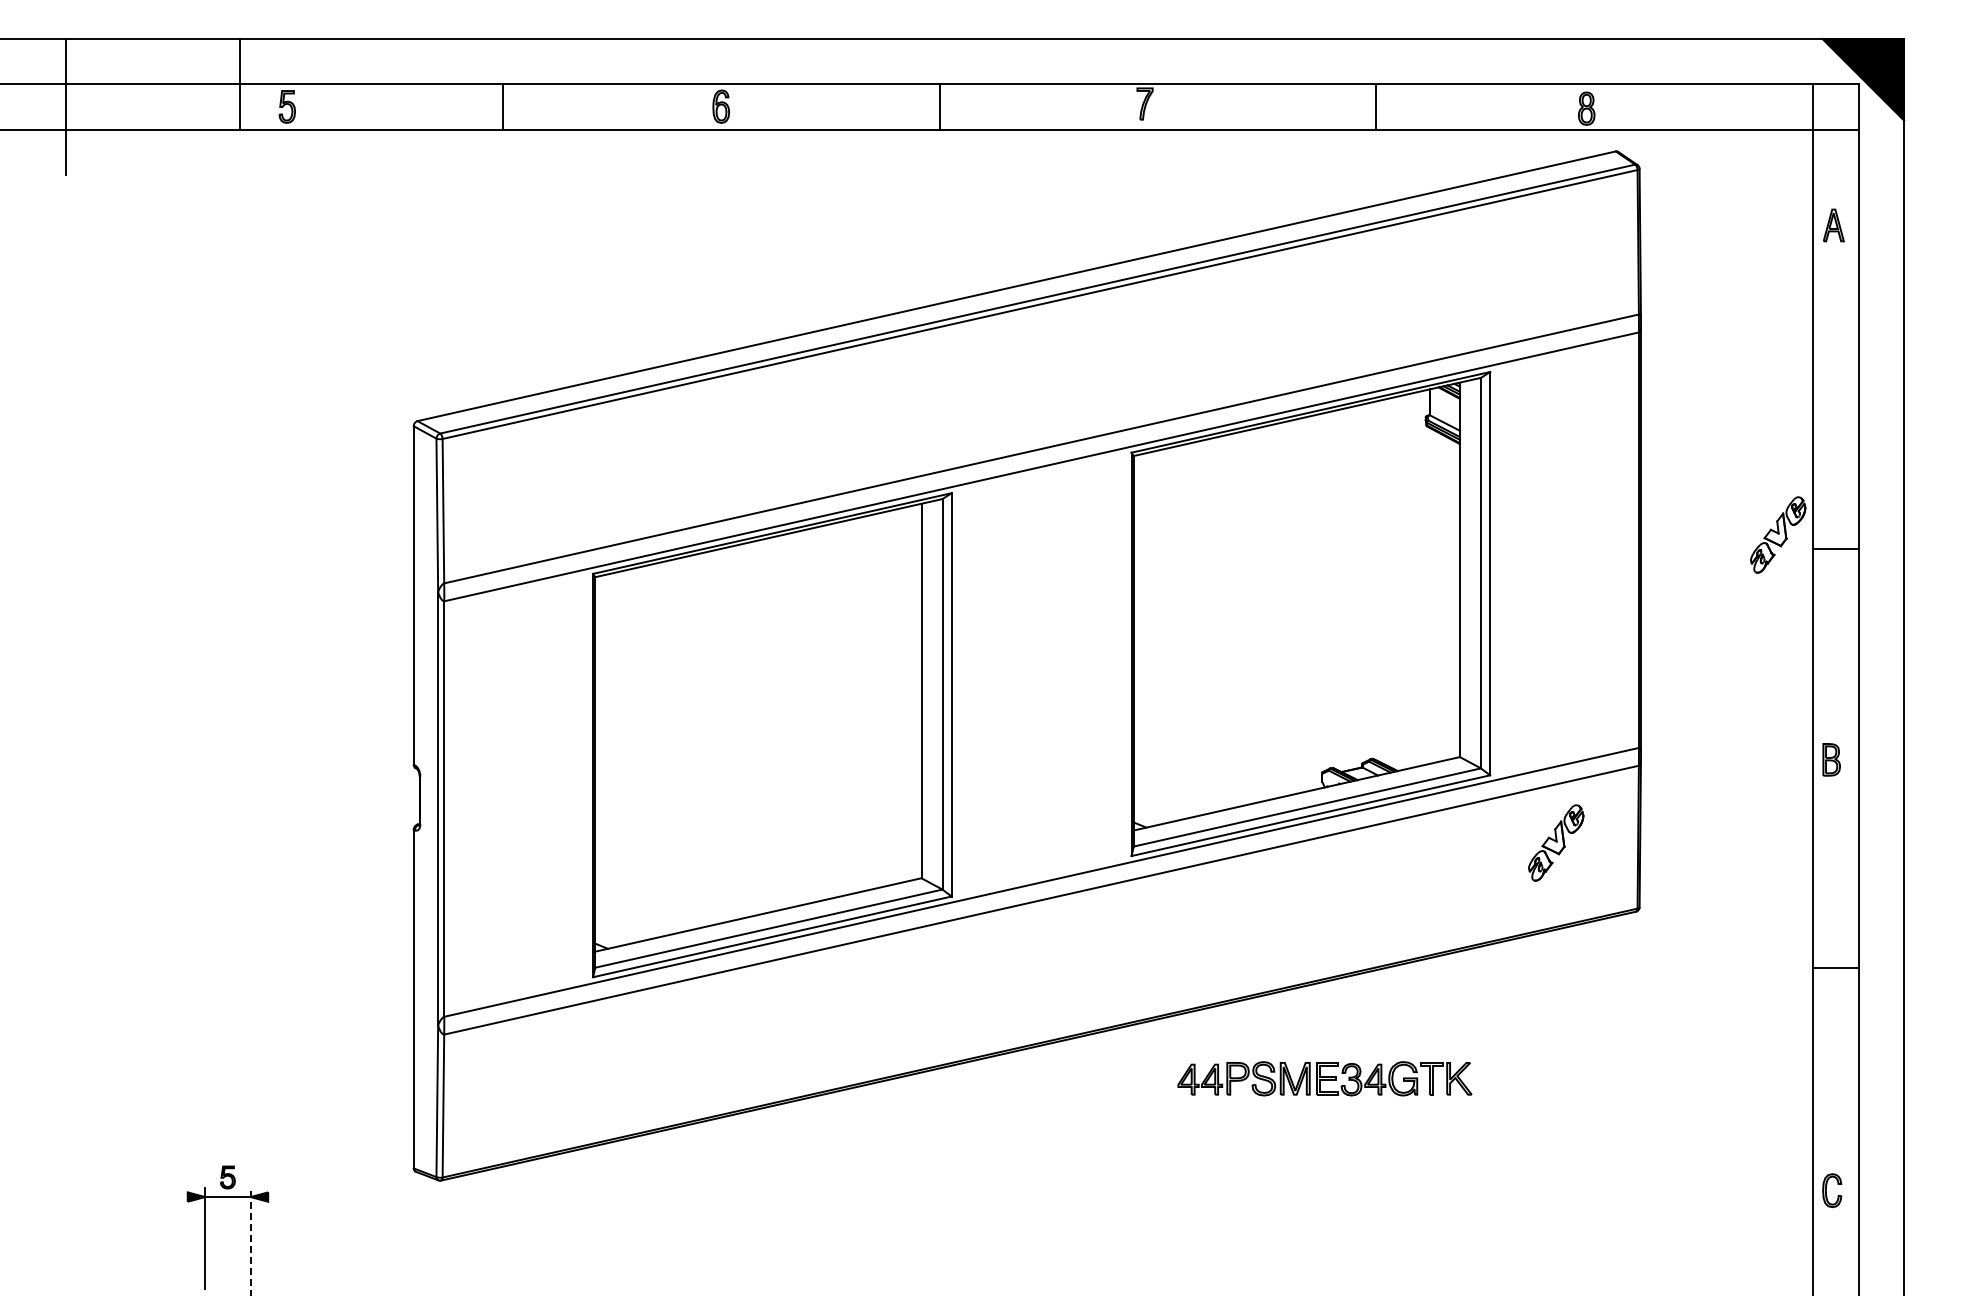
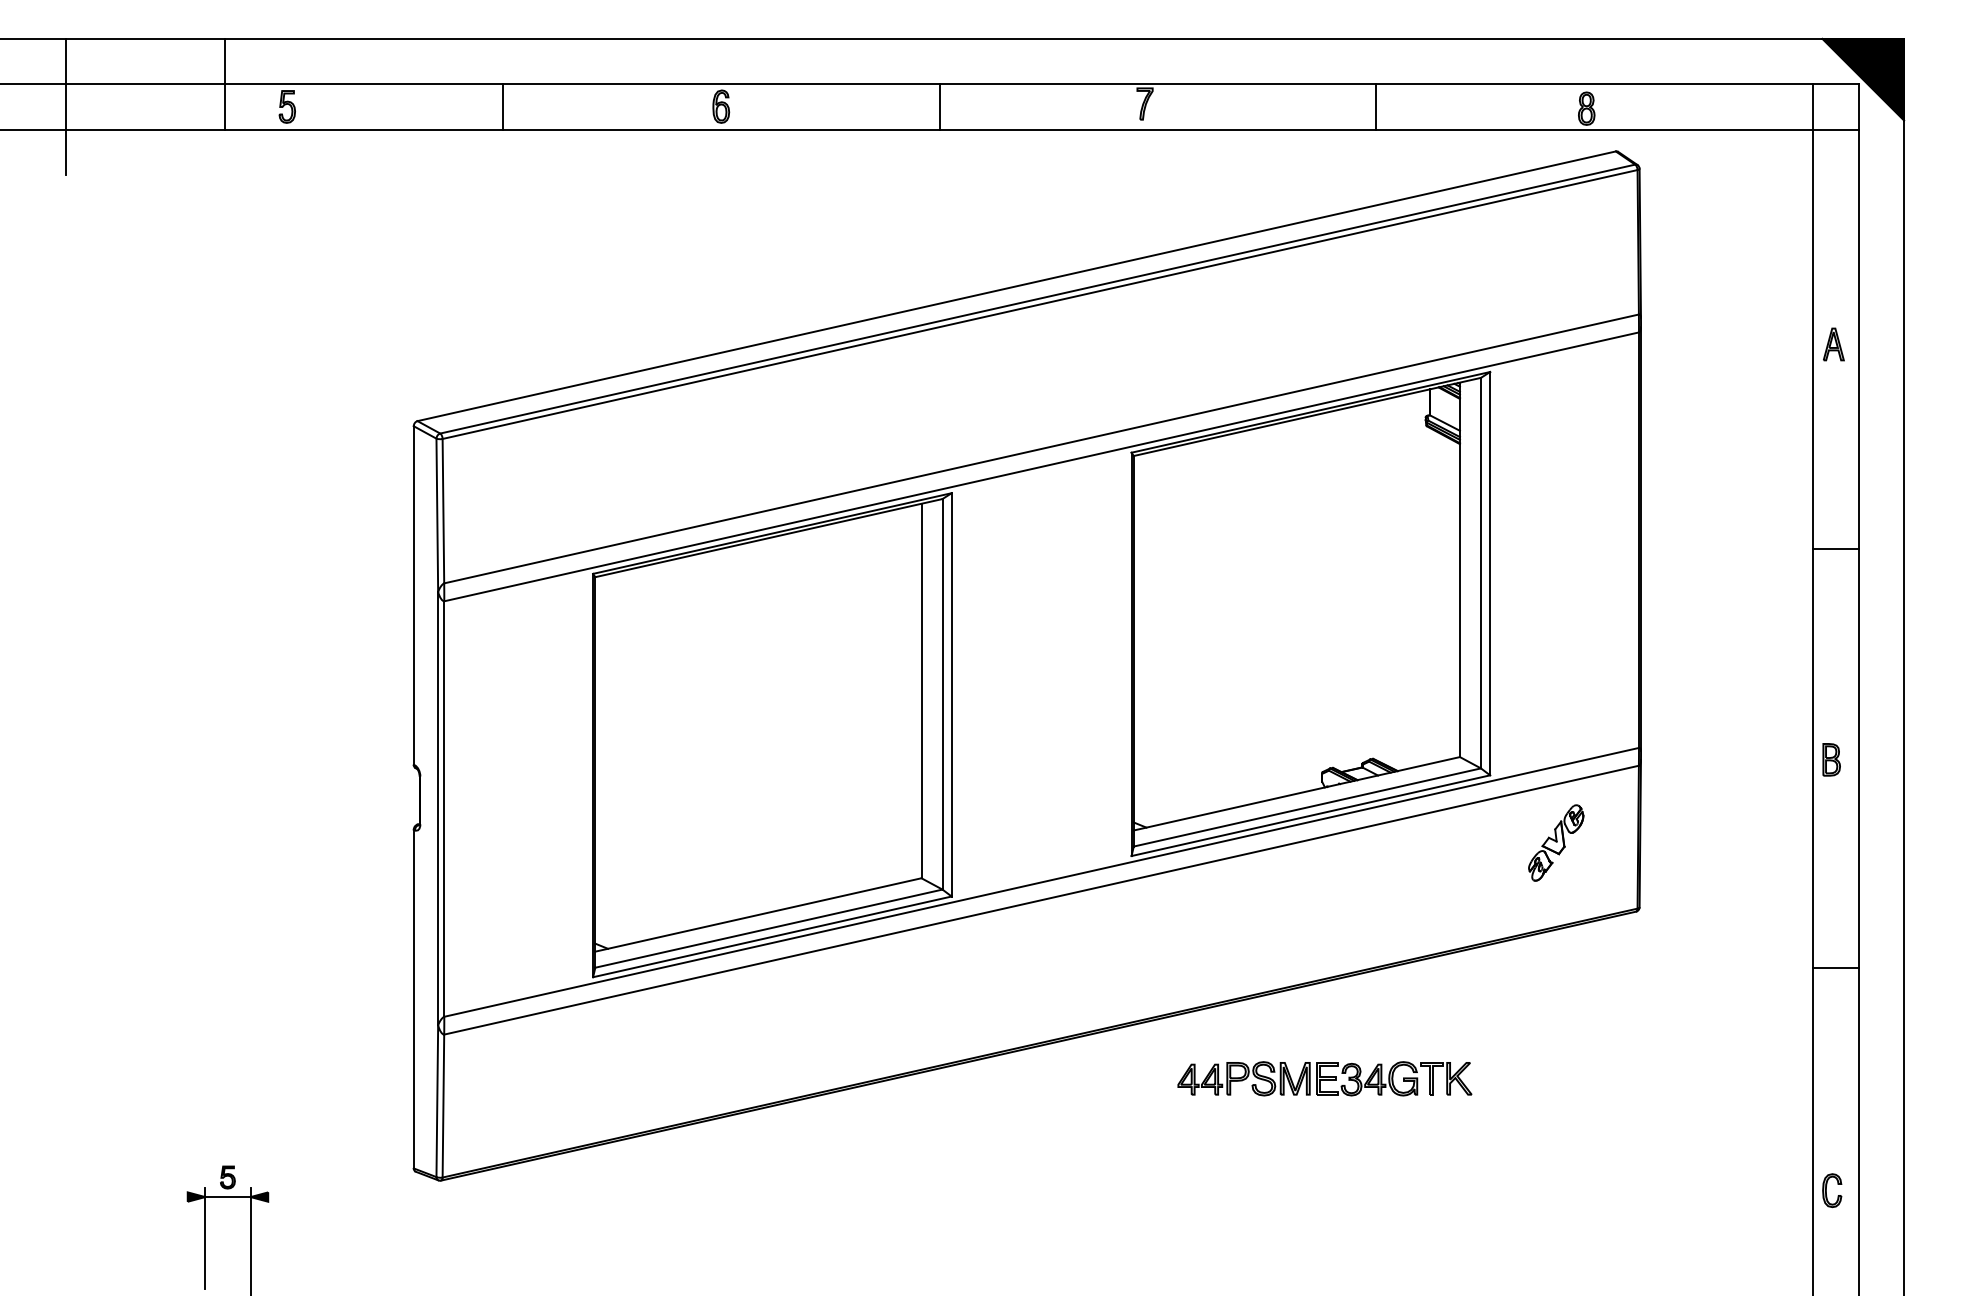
line at (239, 83) position: (239, 83) -> (224, 83)
part at (1833, 225) position: (1833, 225) -> (1833, 344)
part at (1778, 534): present -> none
line at (250, 1241): dashed -> solid
